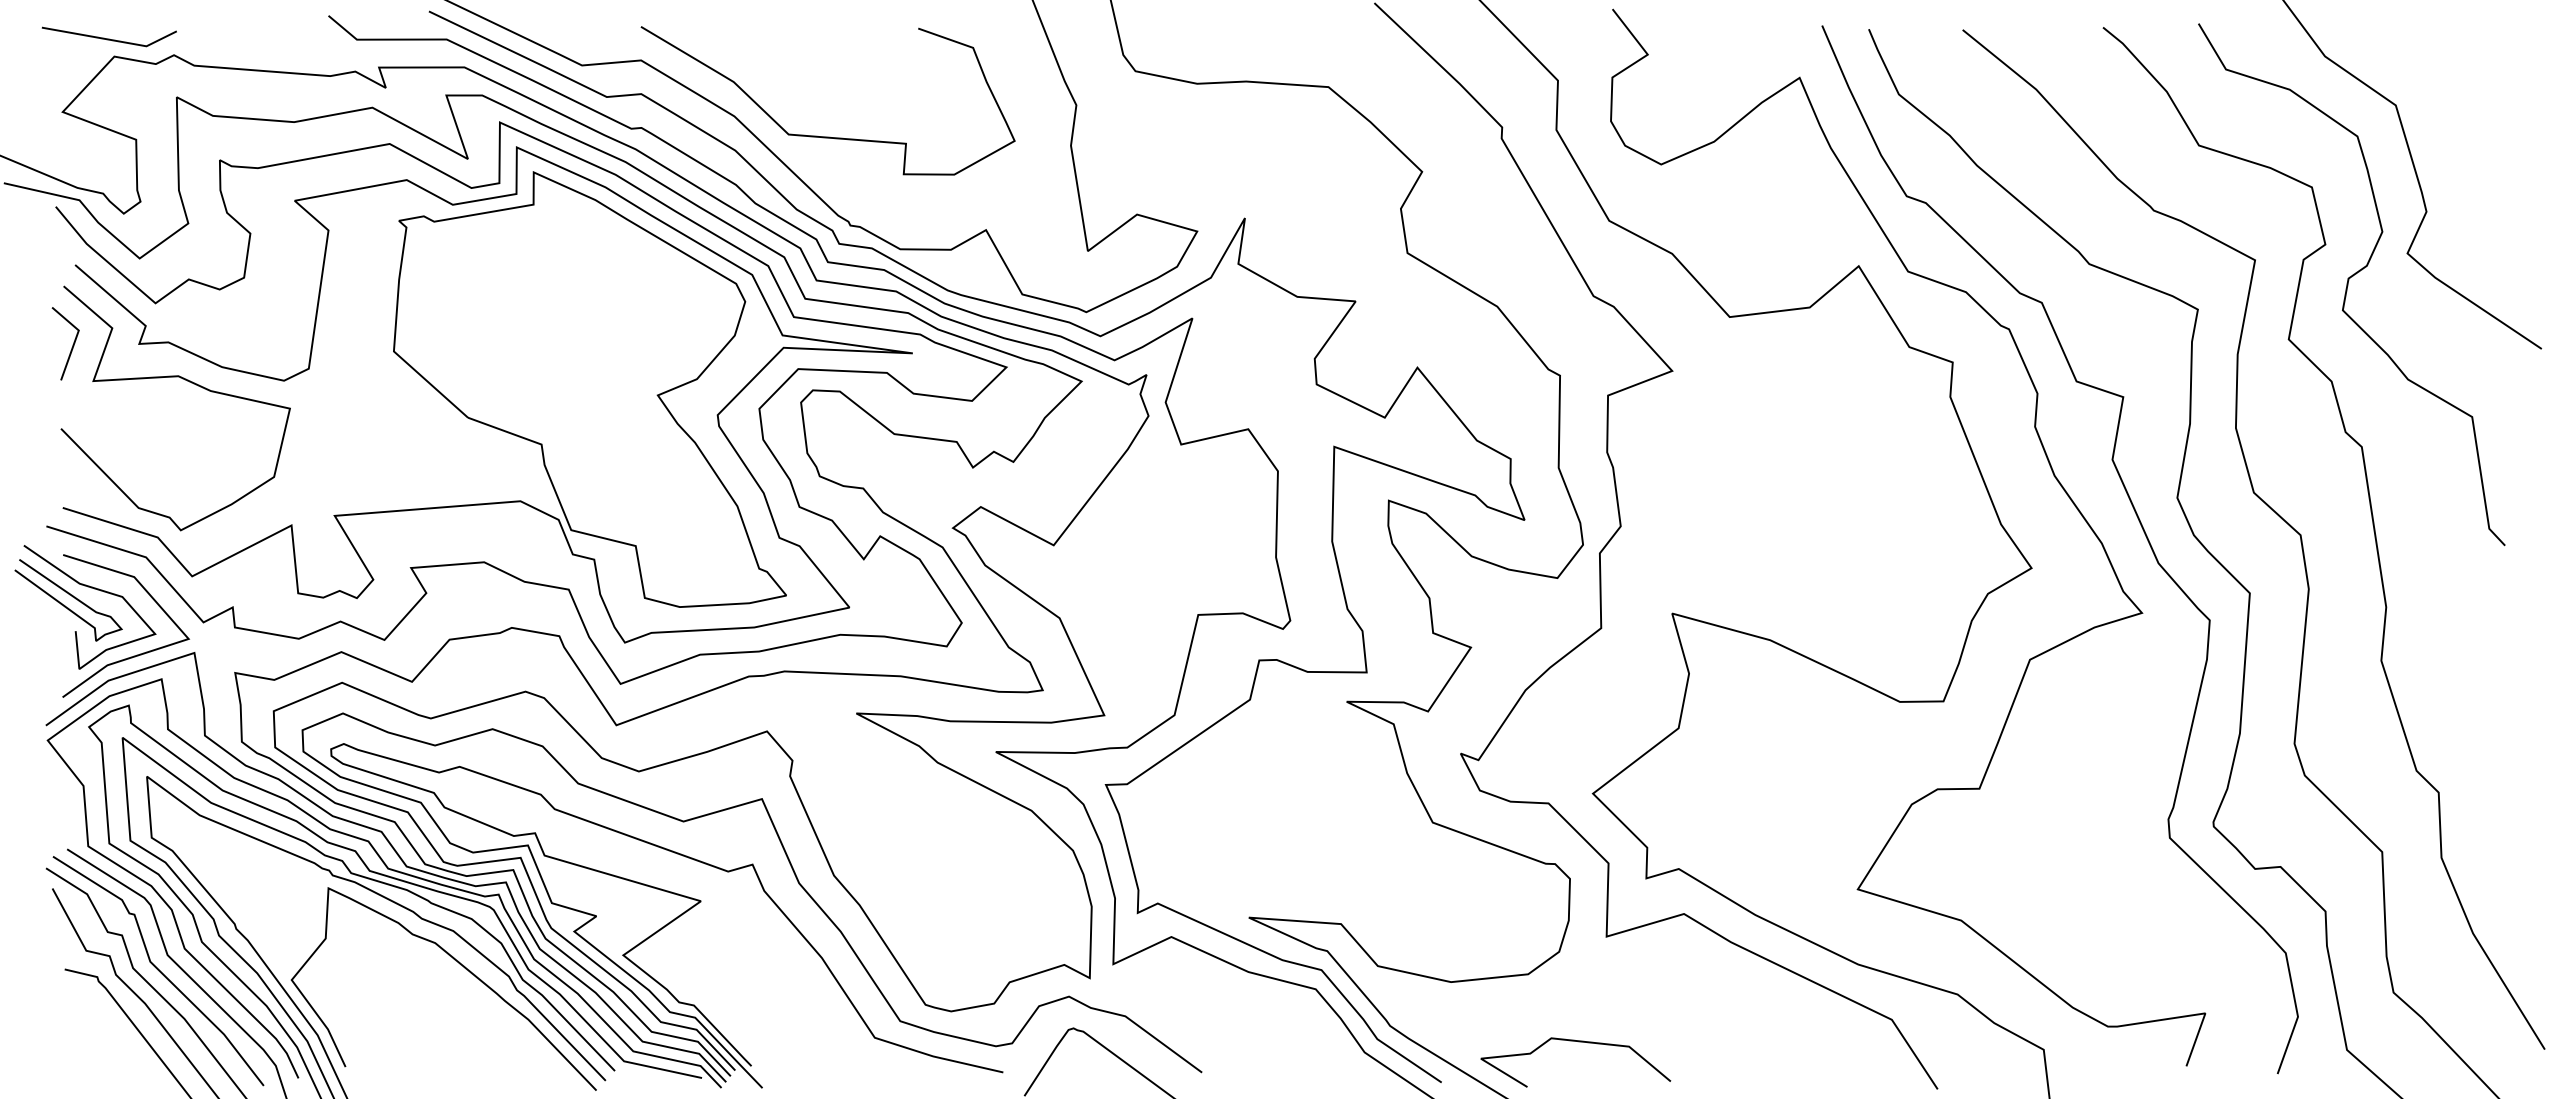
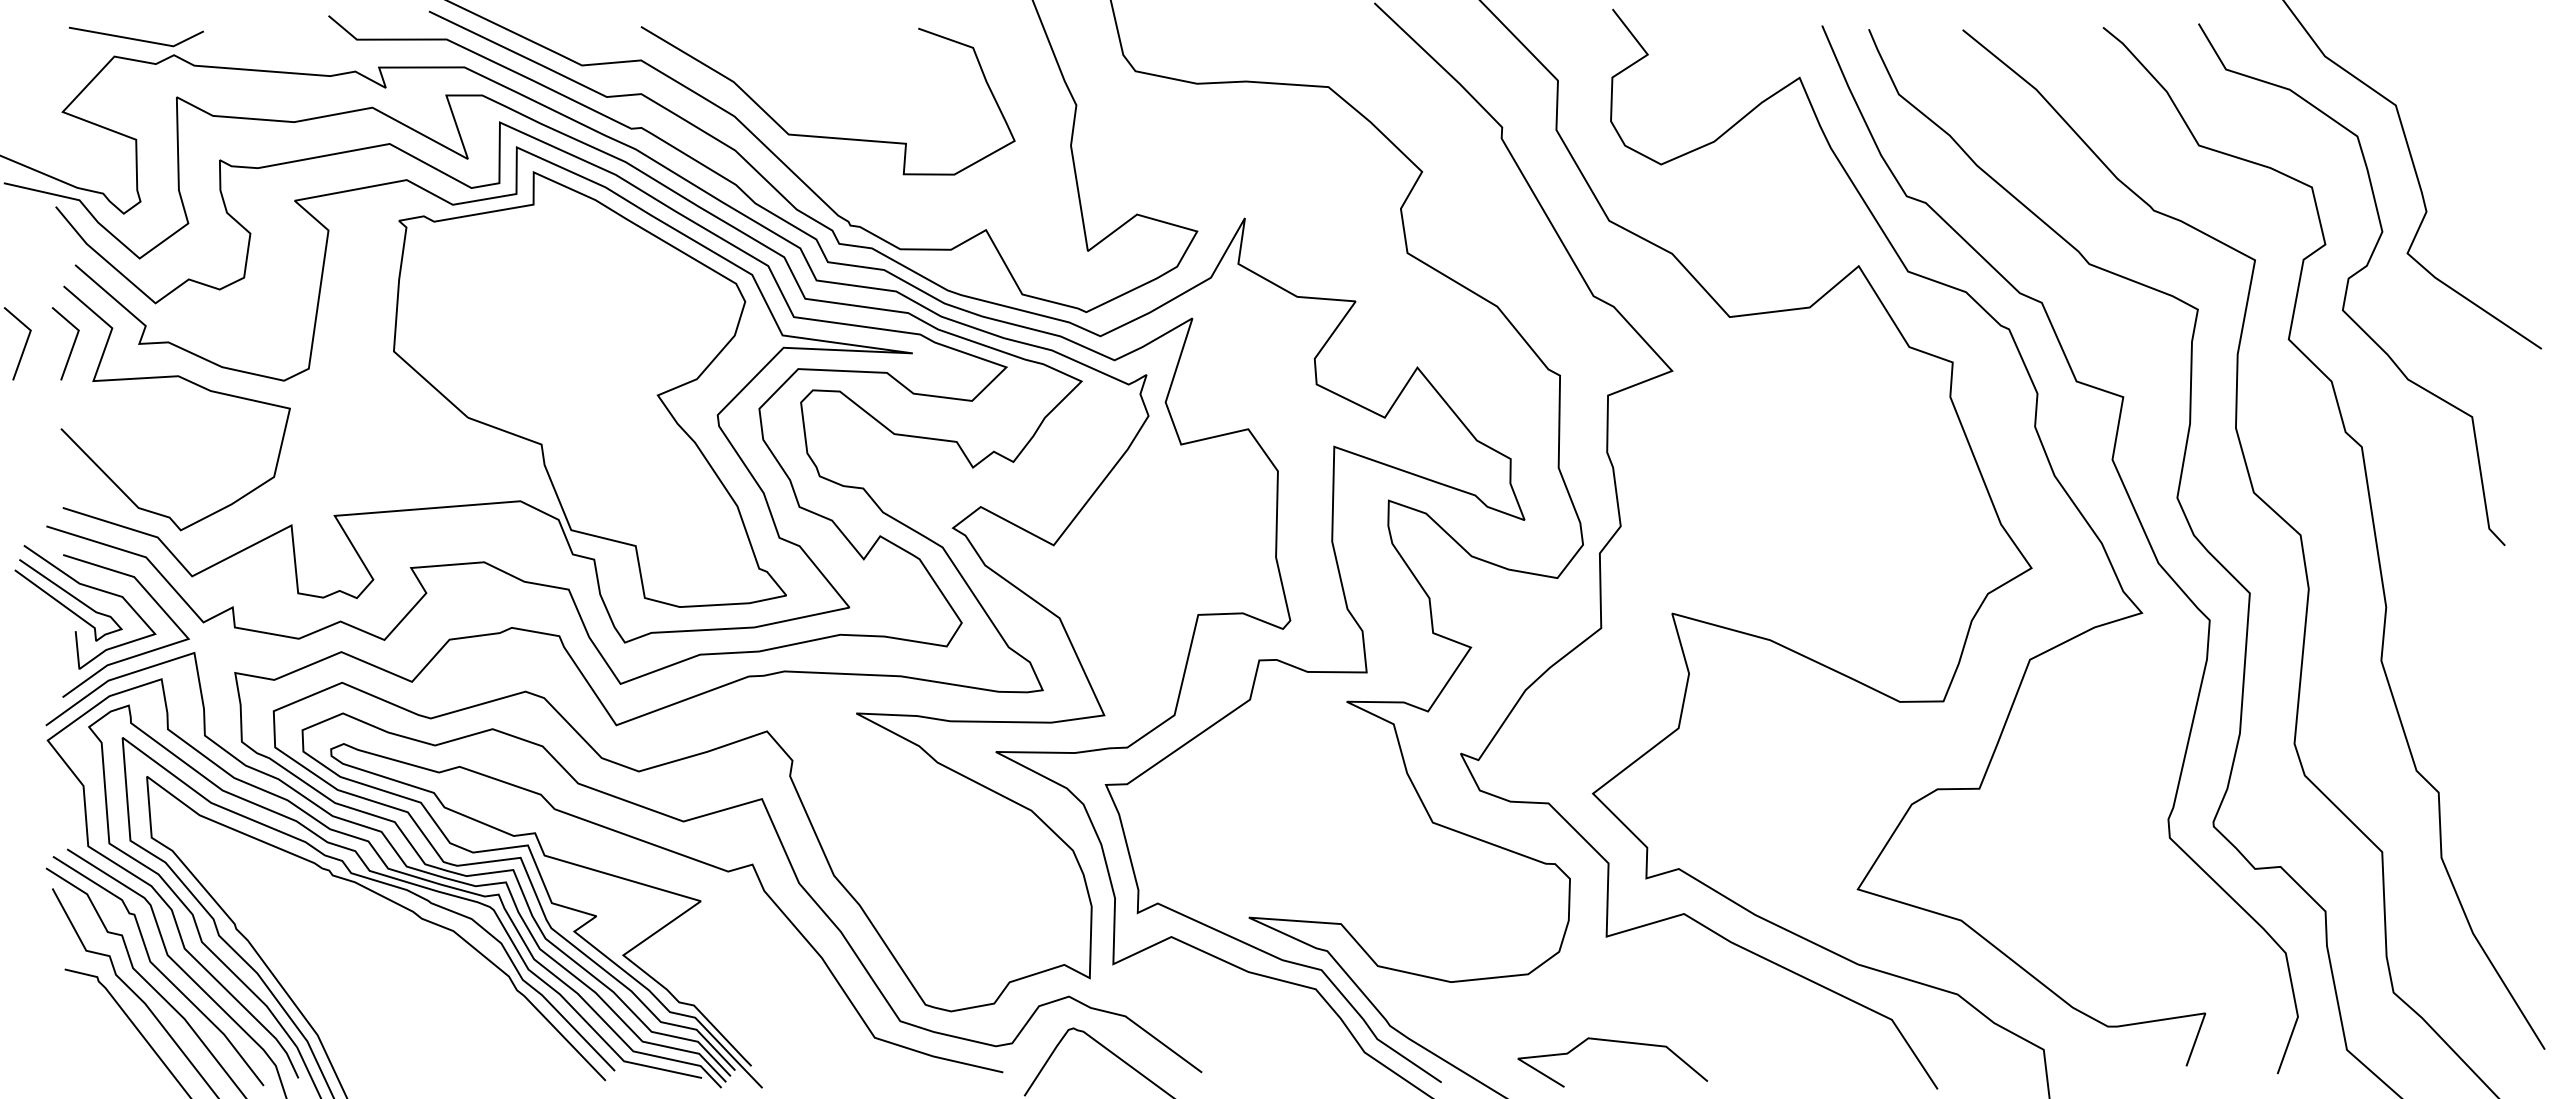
line at (108, 38) position: (108, 38) -> (135, 38)
line at (24, 344): none -> present
curve at (460, 965): present -> none
curve at (1578, 1042) position: (1578, 1042) -> (1615, 1042)
